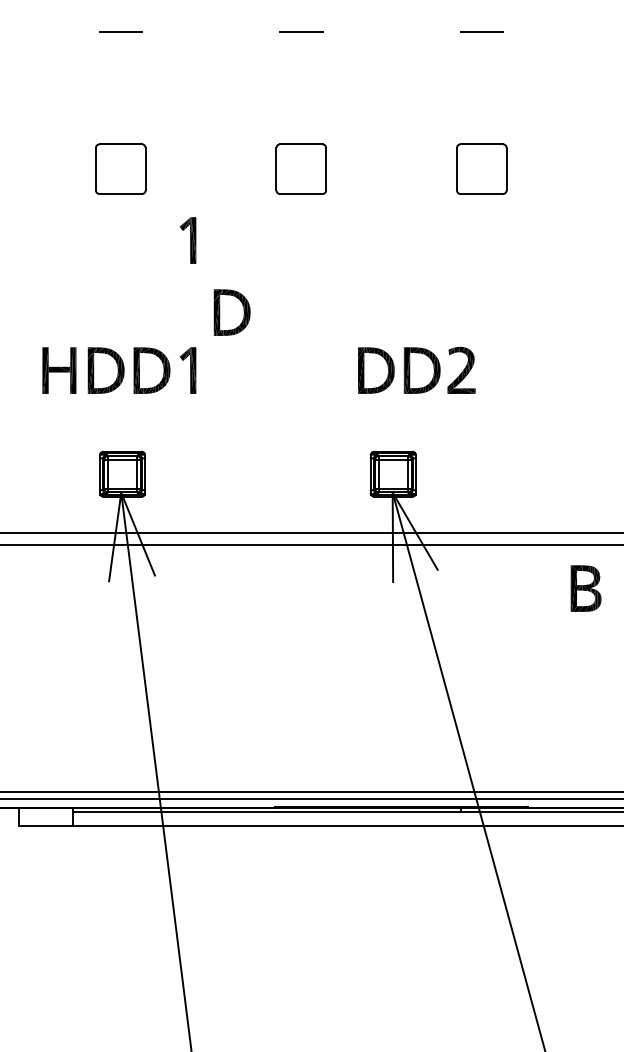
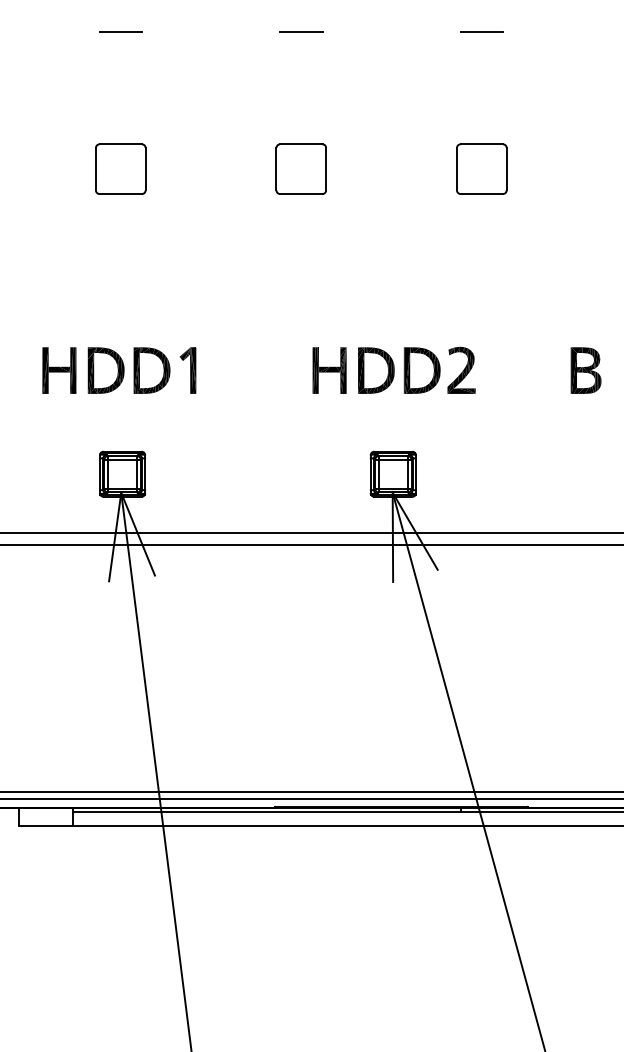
part at (187, 240): present -> none
part at (231, 312): present -> none
part at (329, 370): none -> present
part at (585, 588) position: (585, 588) -> (585, 370)
